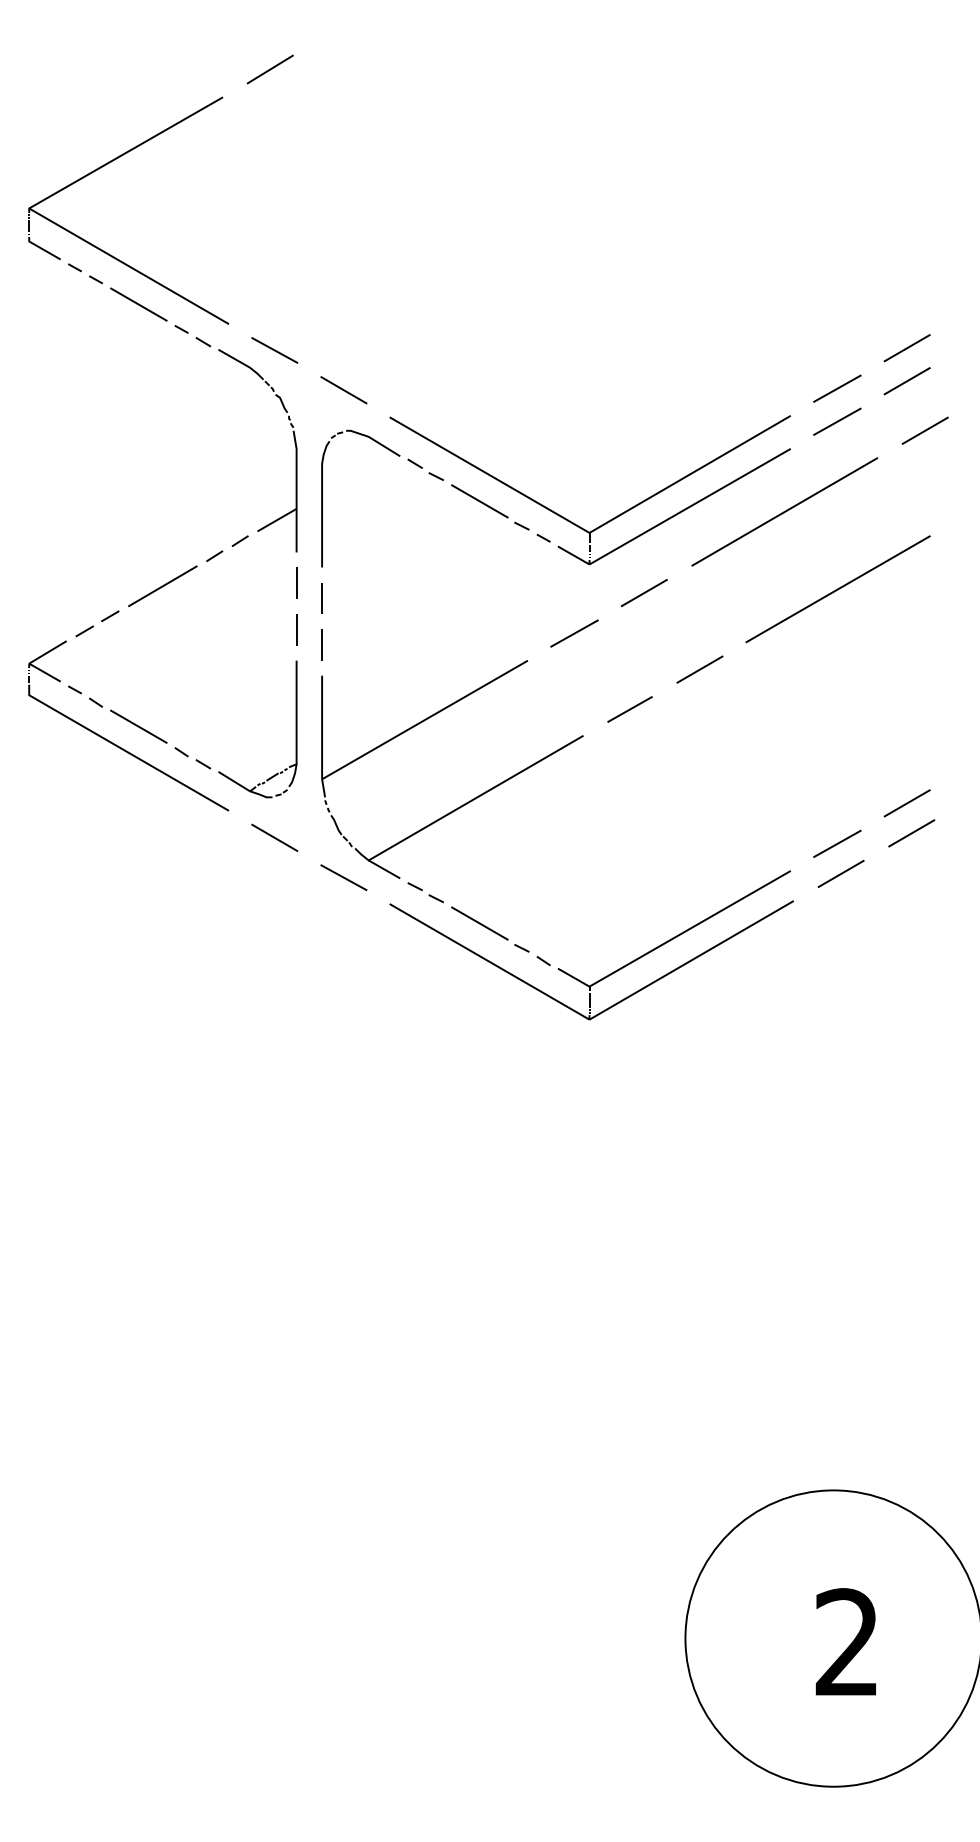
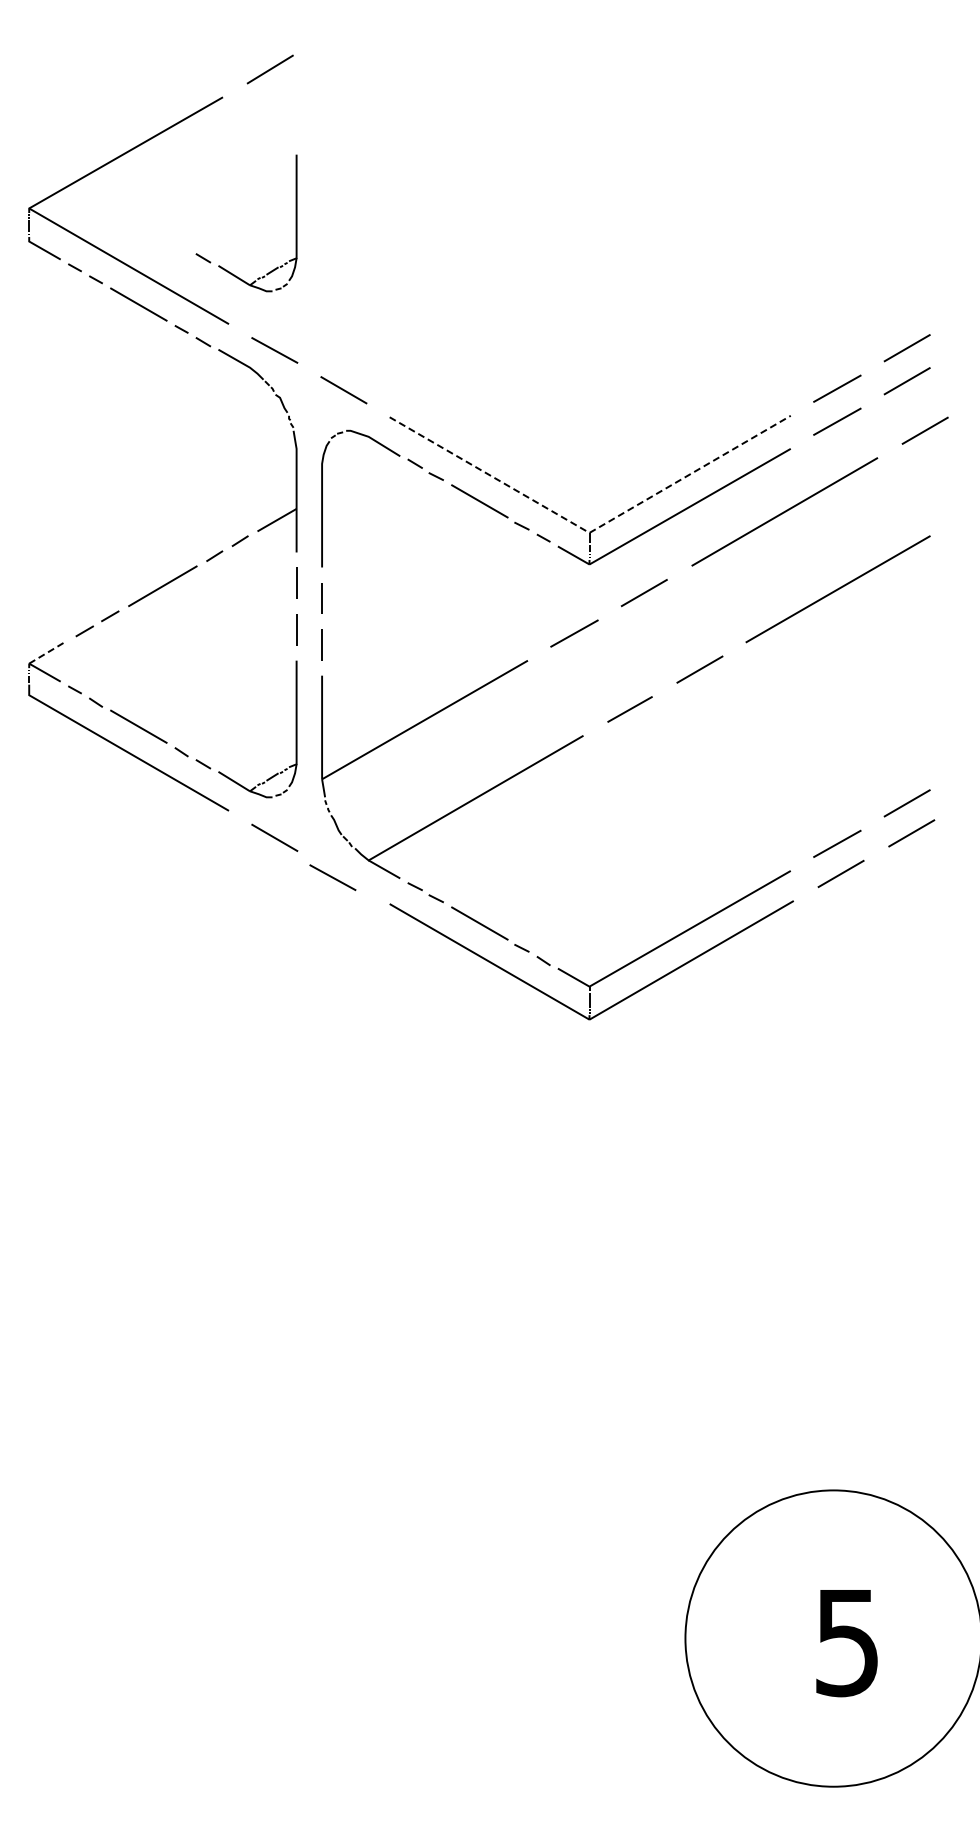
part at (295, 223): none -> present
line at (590, 532): solid -> dashed
line at (47, 652): solid -> dashed
line at (343, 877) position: (343, 877) -> (332, 877)
text at (846, 1642): 2 -> 5
